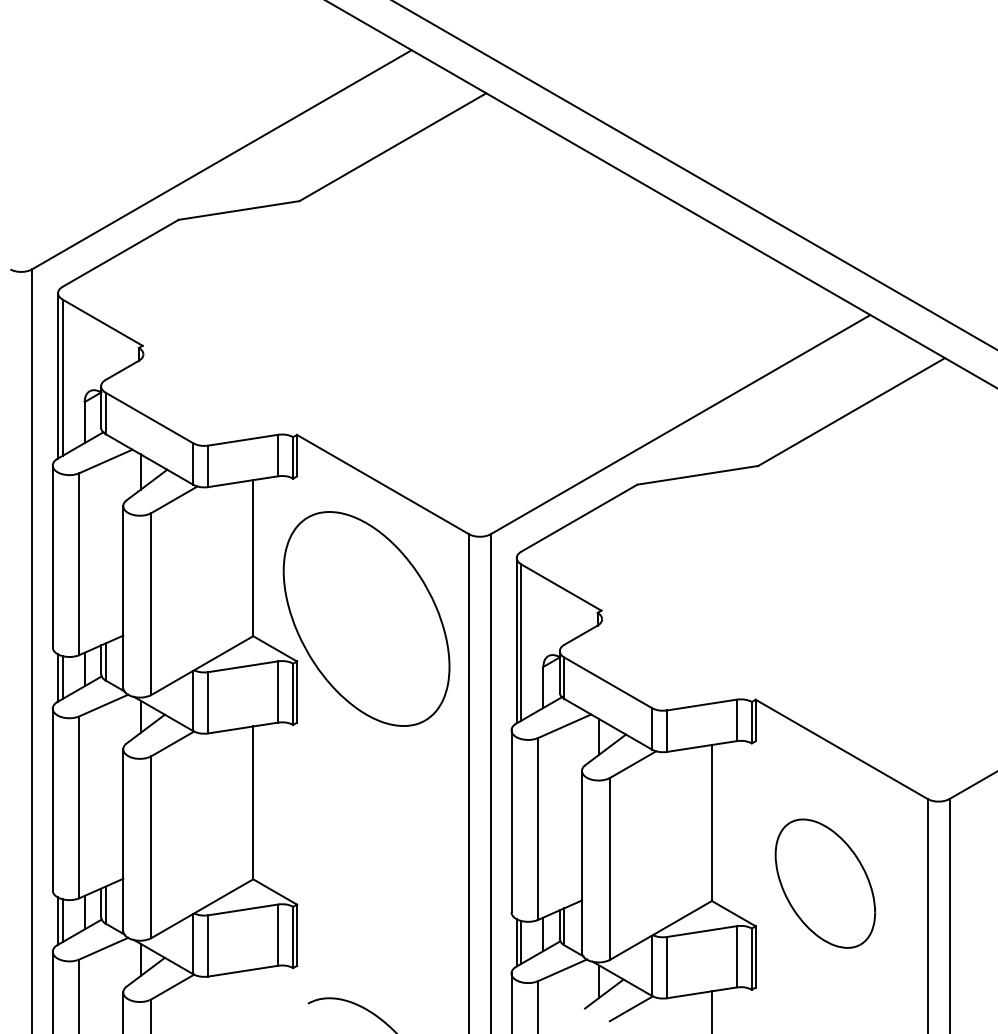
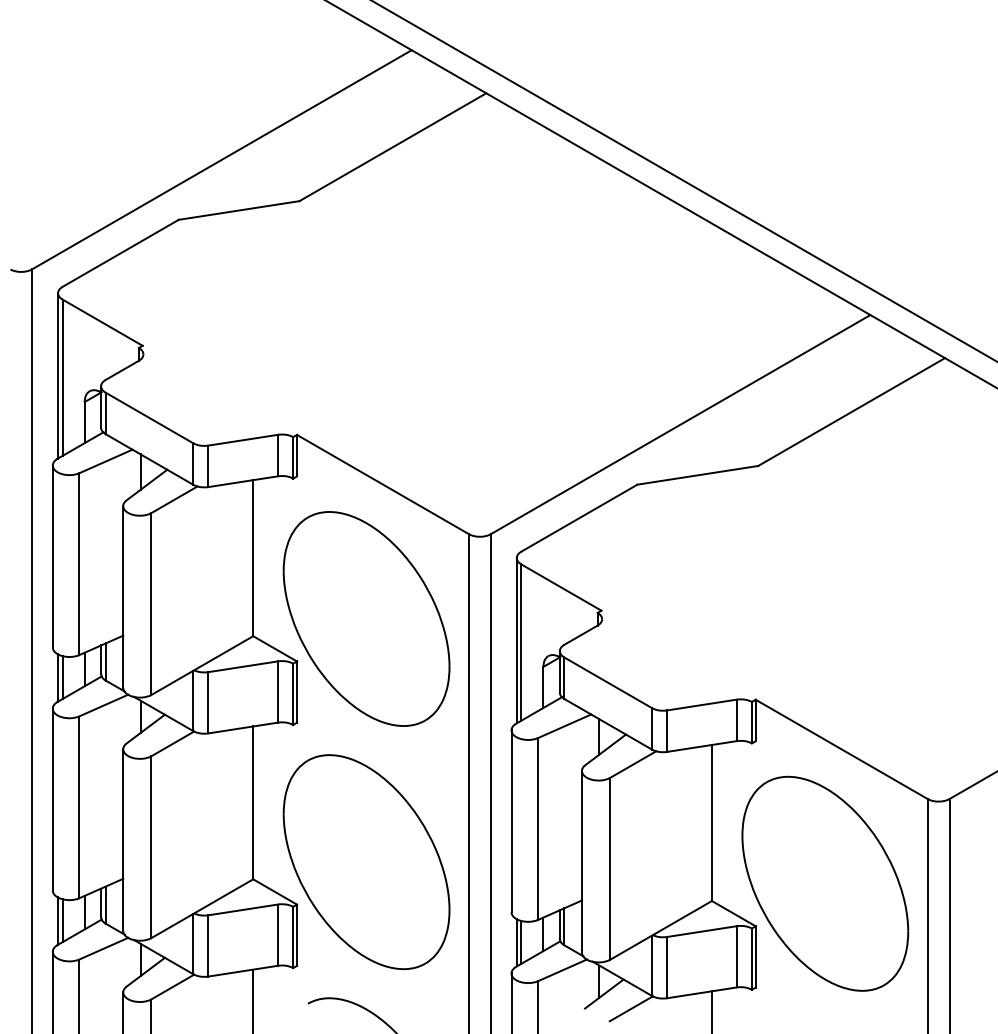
line at (694, 175) position: (694, 175) -> (684, 181)
part at (366, 862): none -> present
part at (824, 883) size: 102x131 px -> 169x217 px
line at (253, 999): none -> present
